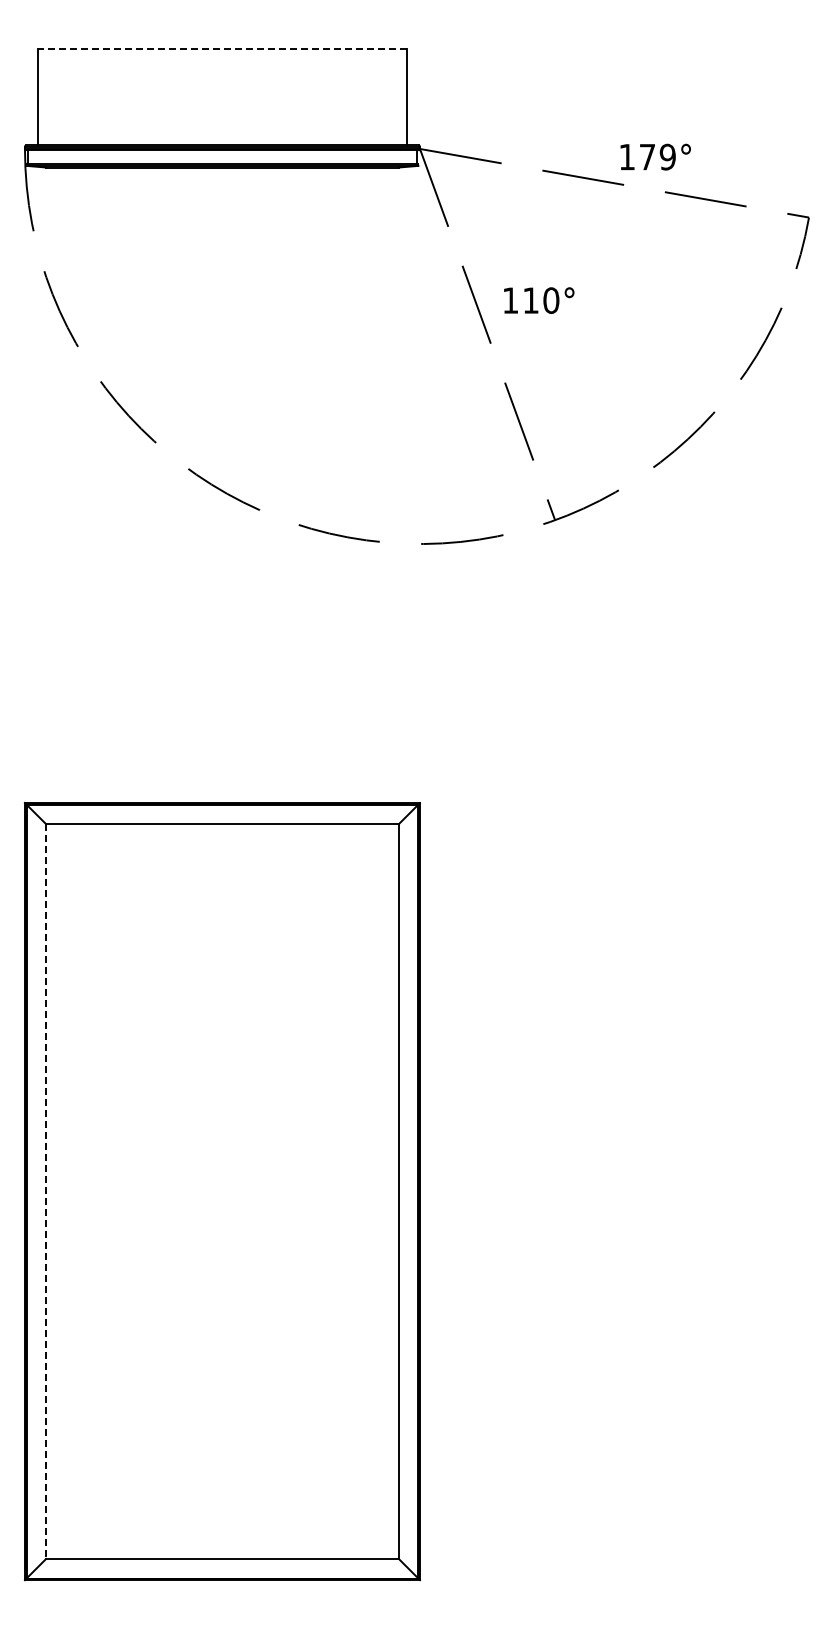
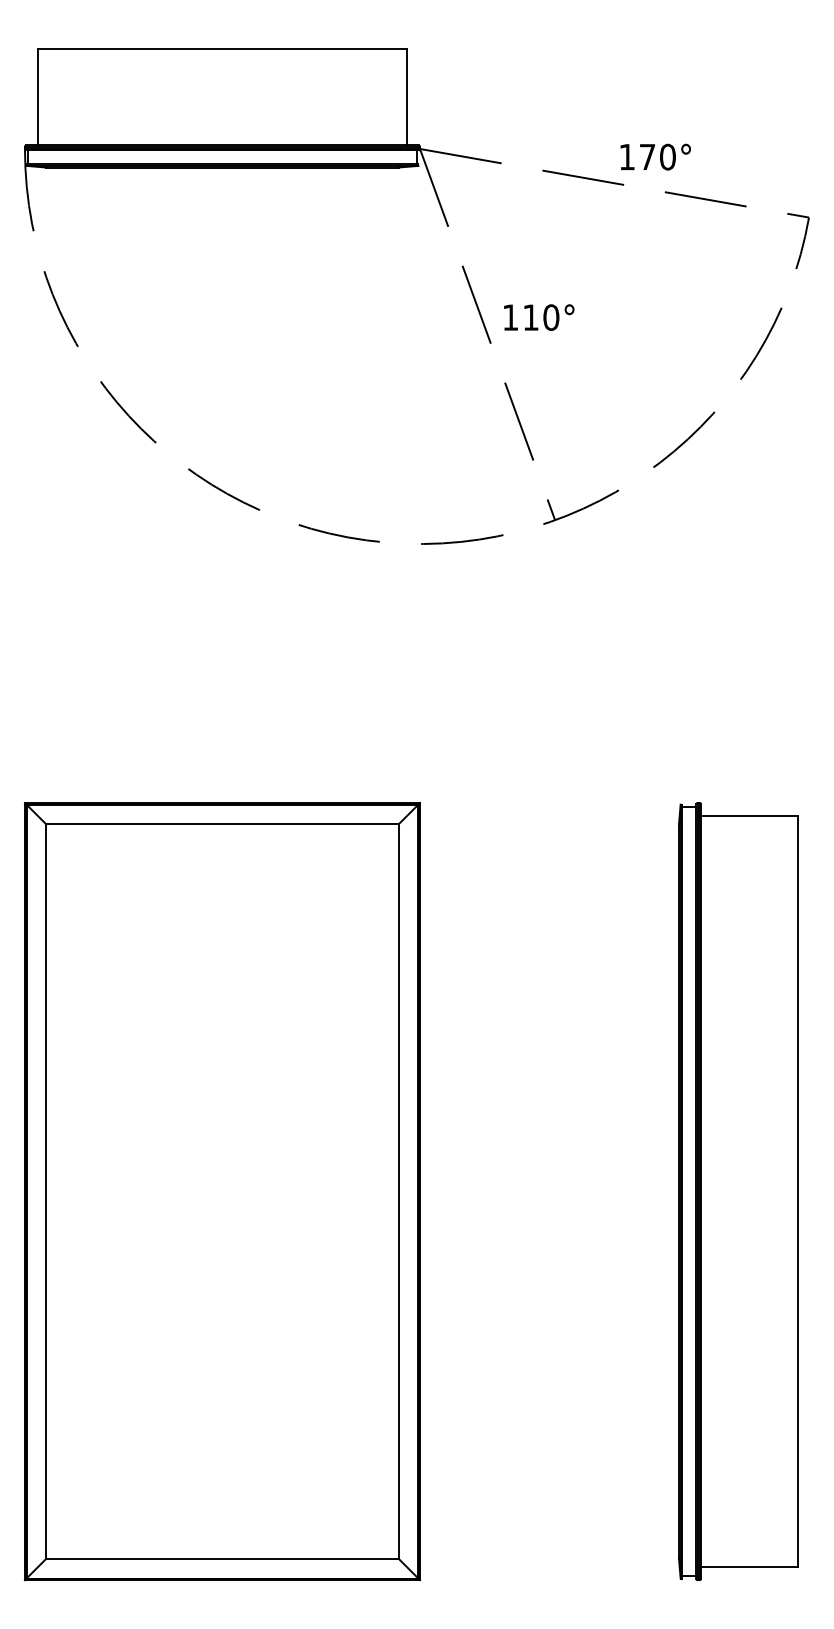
line at (222, 48): dashed -> solid
text at (667, 157): 179° -> 170°
text at (539, 300) position: (539, 300) -> (539, 317)
part at (738, 1191): none -> present
line at (46, 1192): dashed -> solid
